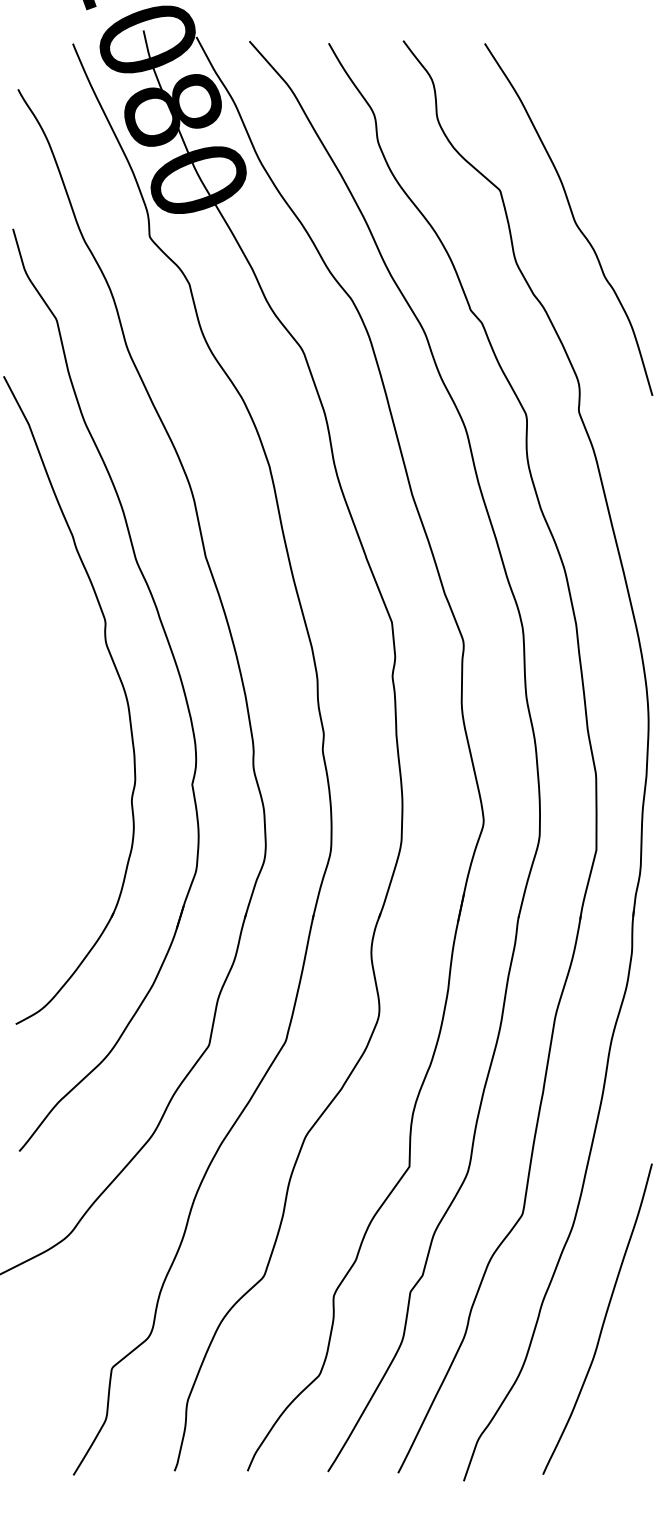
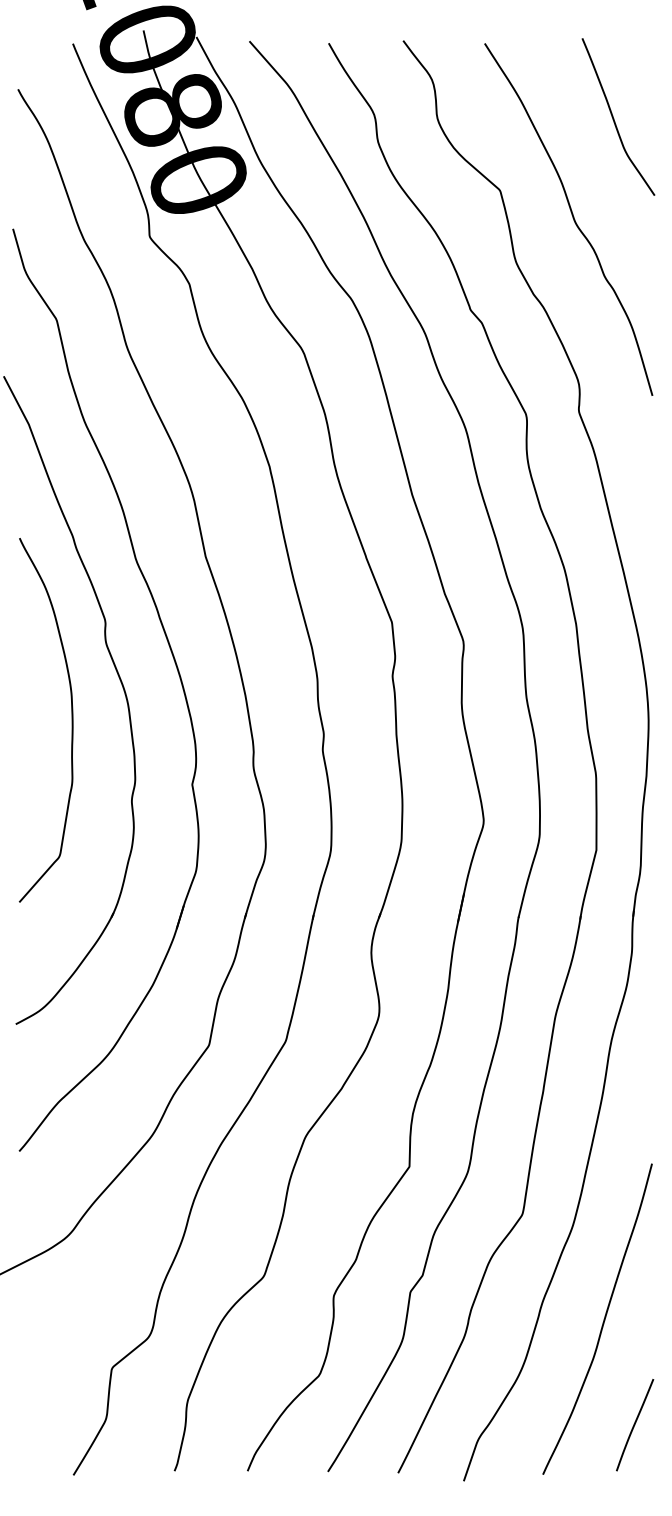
curve at (614, 118): none -> present
curve at (71, 720): none -> present
curve at (635, 1425): none -> present
